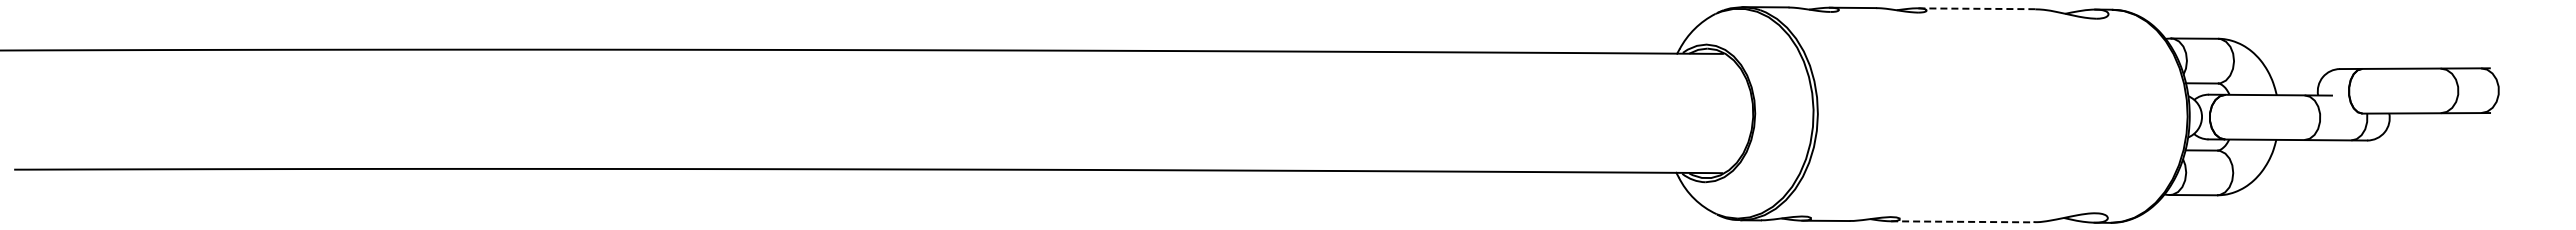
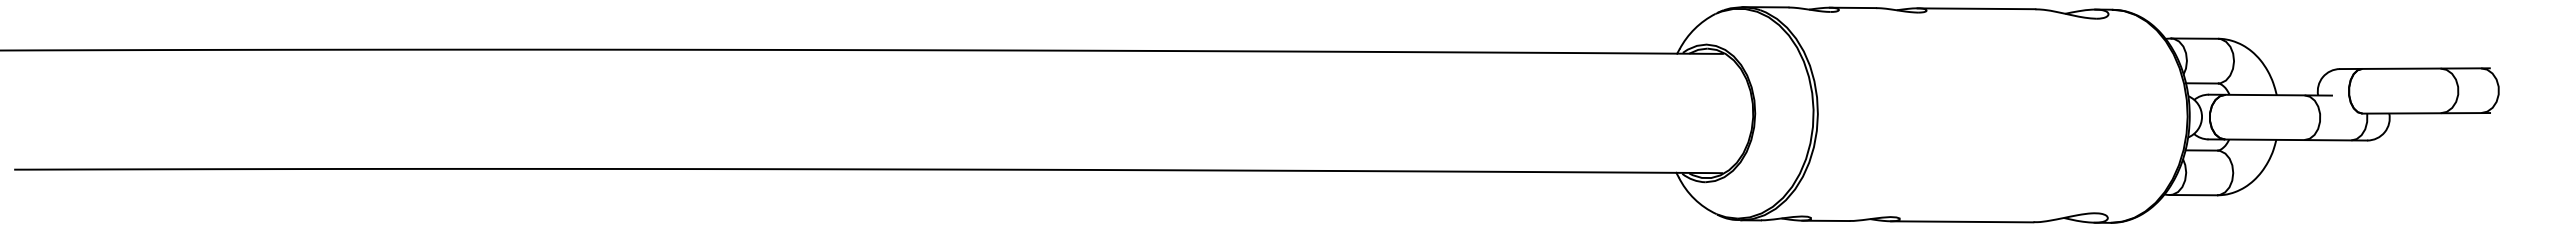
line at (1976, 8): dashed -> solid
line at (1962, 221): dashed -> solid
